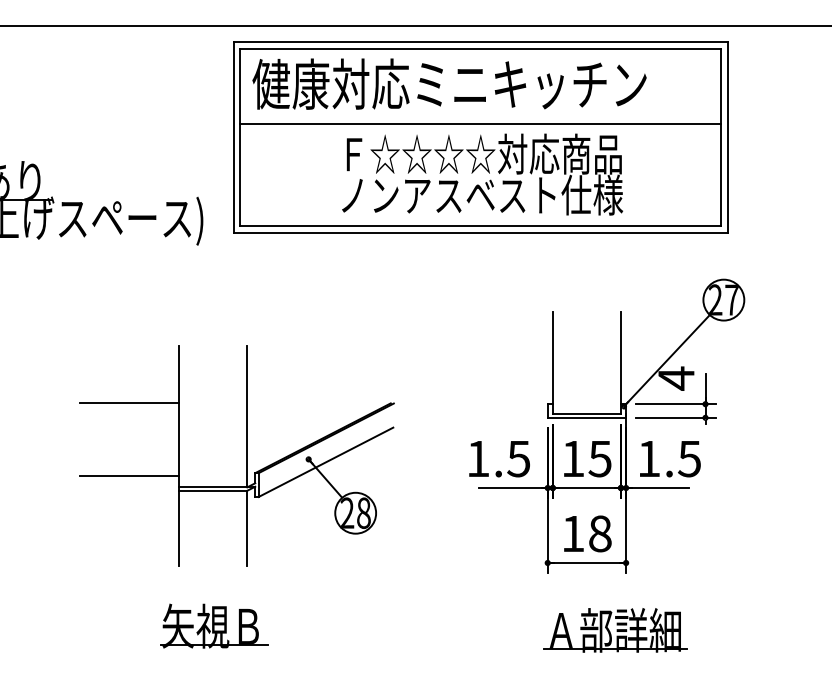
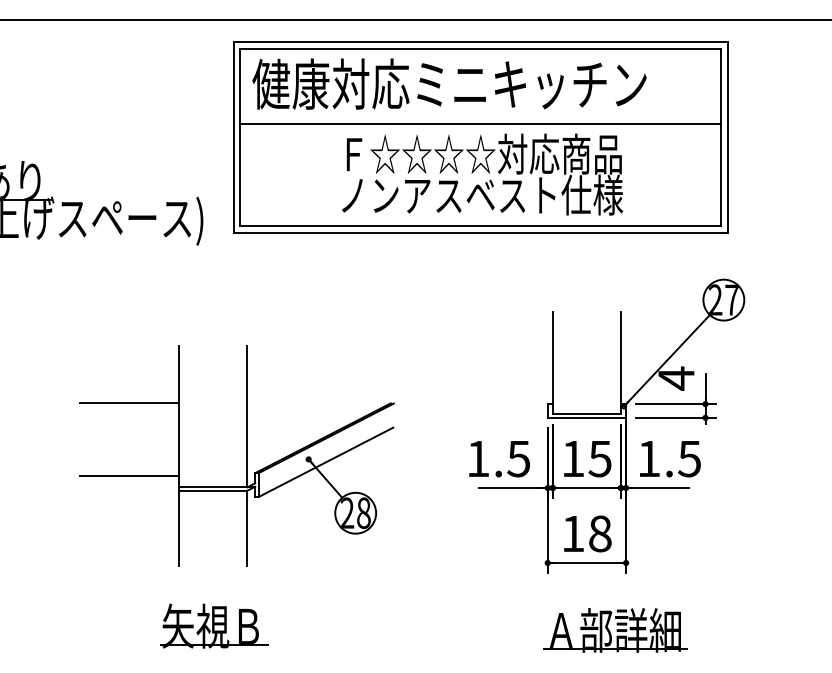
line at (415, 26) position: (415, 26) -> (415, 20)
